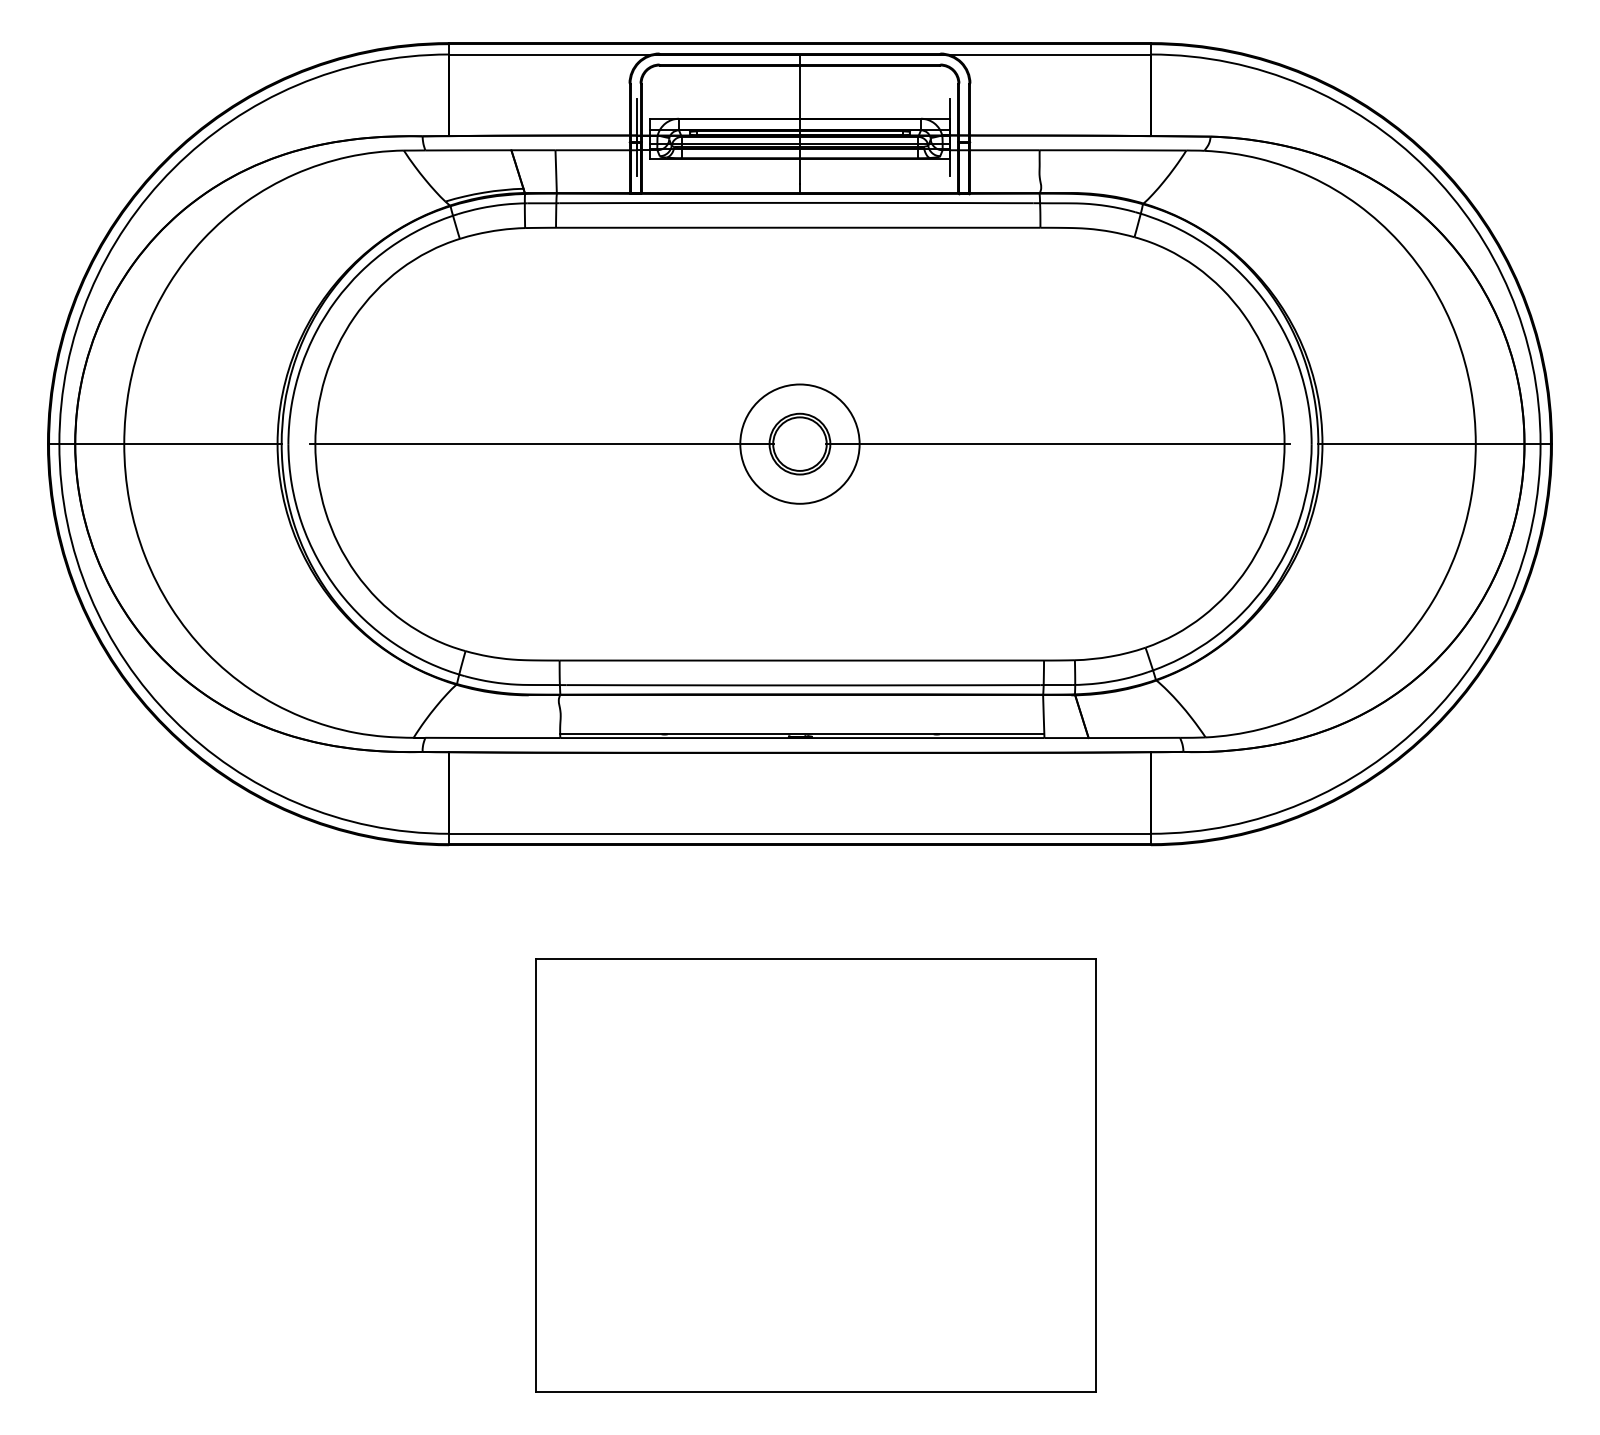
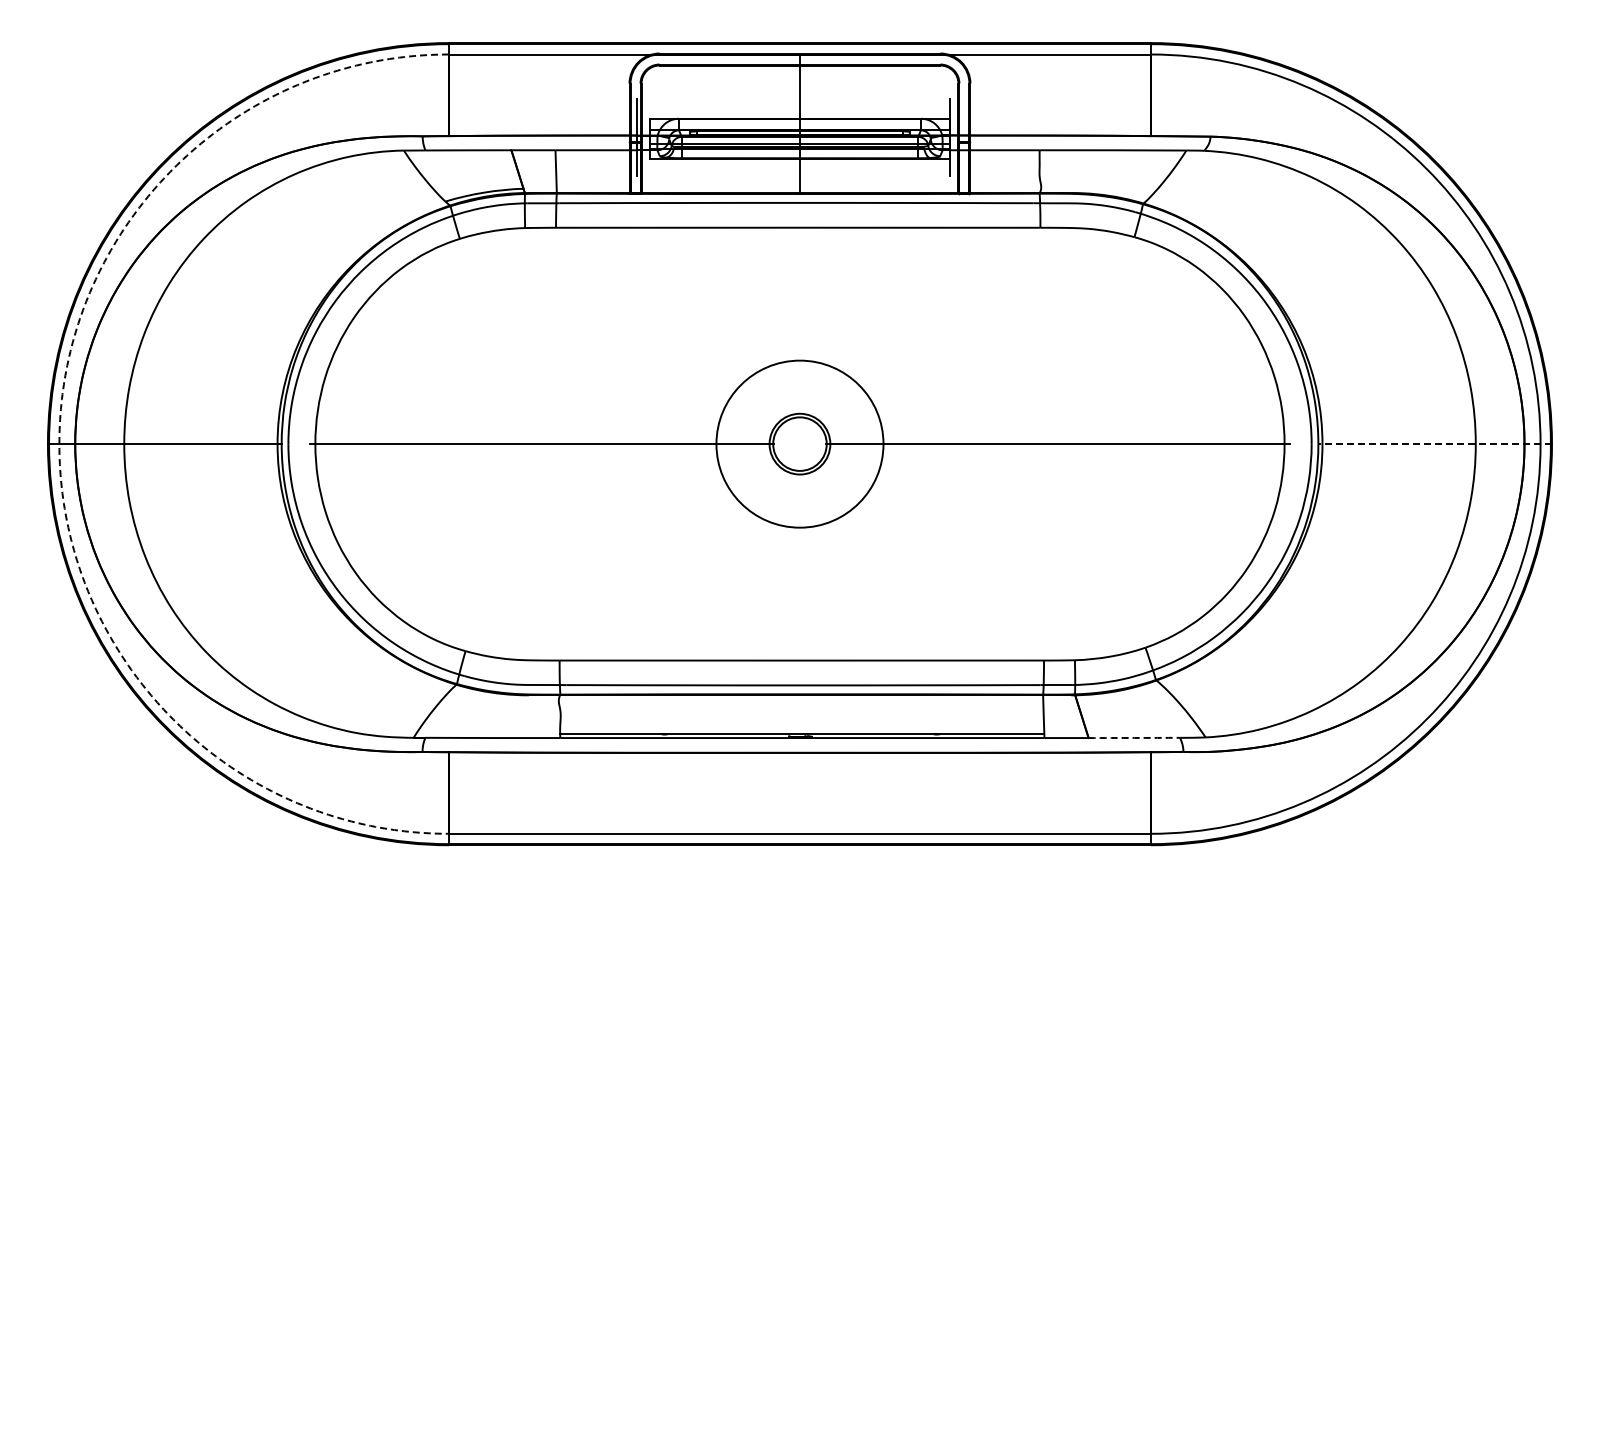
circle at (799, 443) diameter: 119 px -> 167 px
arc at (59, 444): solid -> dashed
line at (1435, 444): solid -> dashed
arc at (1134, 737): solid -> dashed
part at (815, 1175): present -> none
